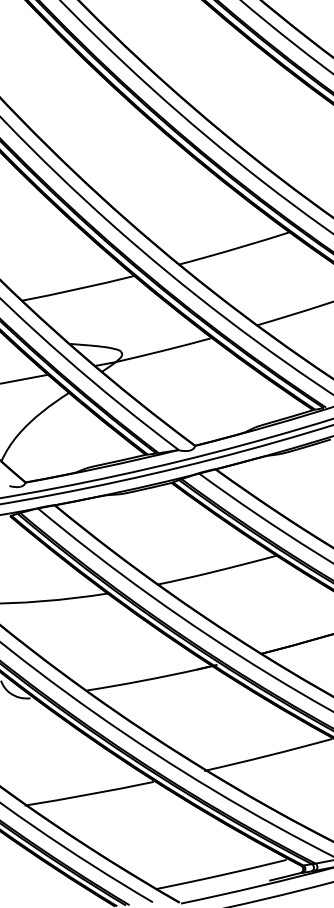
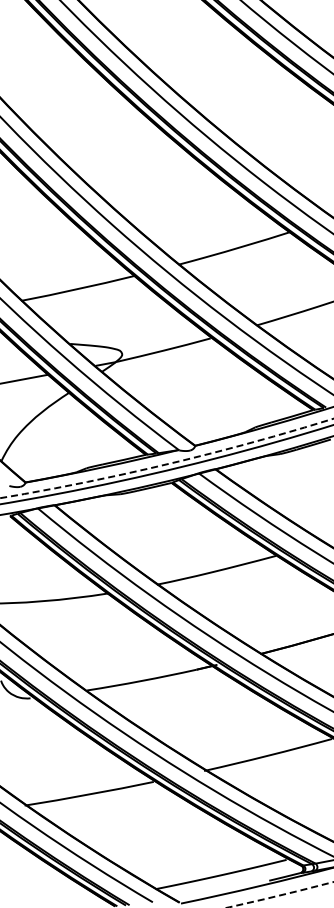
circle at (166, 458): solid -> dashed
arc at (278, 895): solid -> dashed
